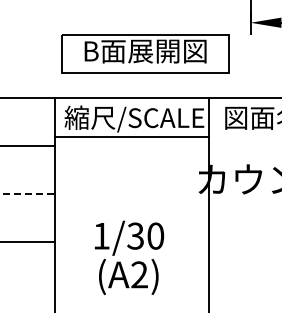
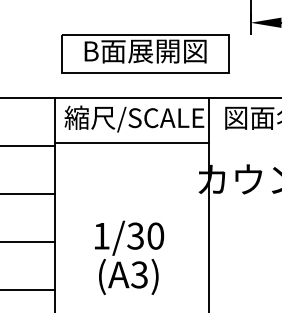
line at (132, 137) position: (132, 137) -> (132, 143)
line at (28, 193): dashed -> solid
text at (139, 274): (A2) -> (A3)
line at (28, 289): none -> present
